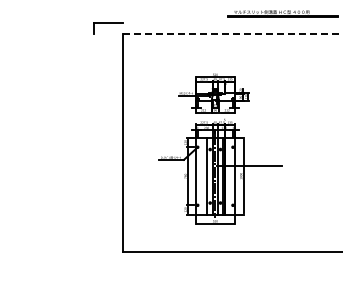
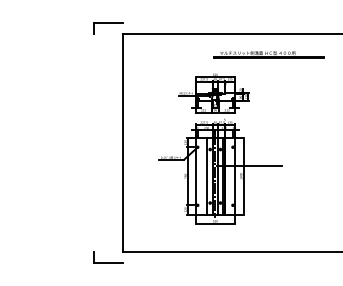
part at (282, 13) position: (282, 13) -> (268, 54)
line at (232, 34): dashed -> solid
part at (108, 257): none -> present
